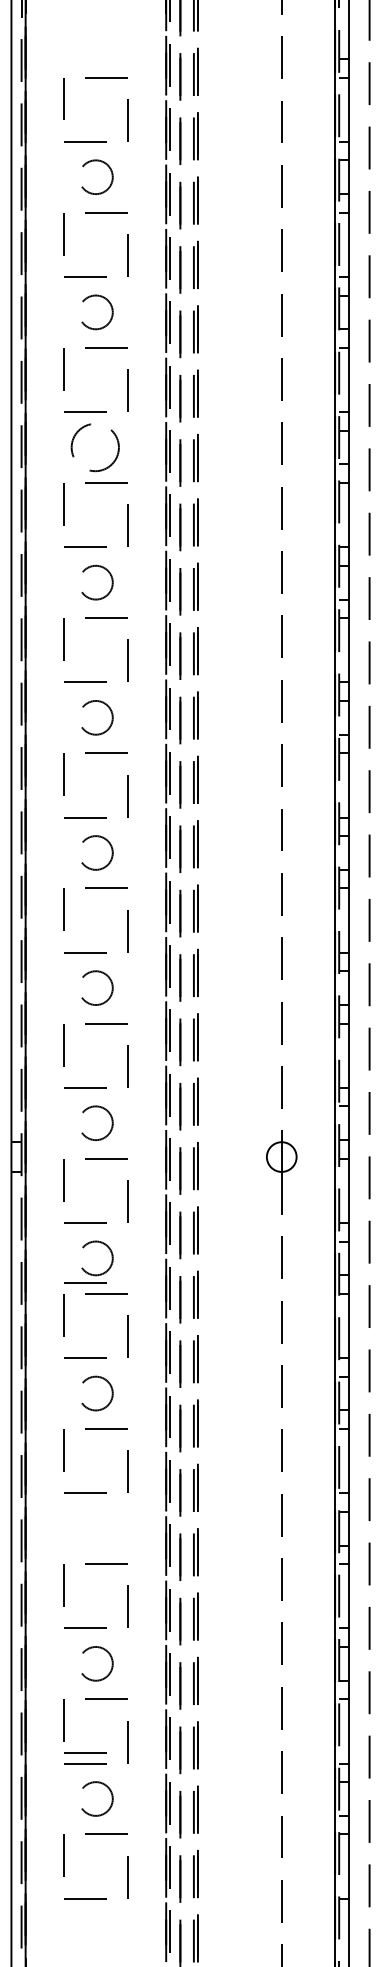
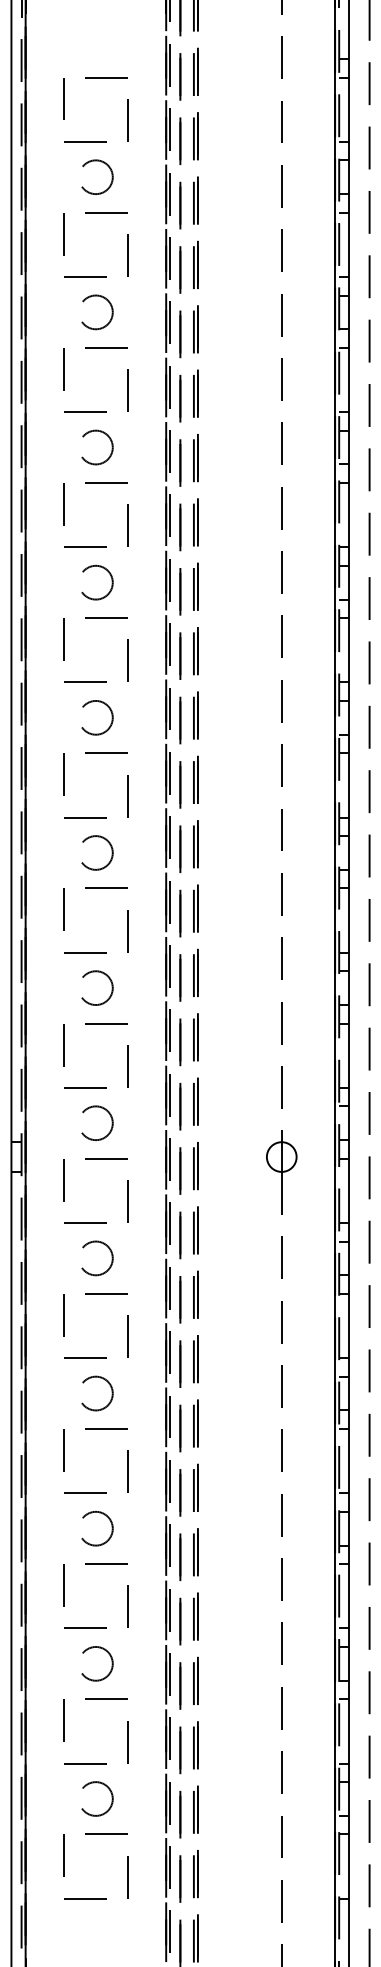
circle at (94, 447) size: 50x50 px -> 33x37 px
line at (85, 1282): present -> none
circle at (97, 1528): none -> present
line at (85, 1752): present -> none
